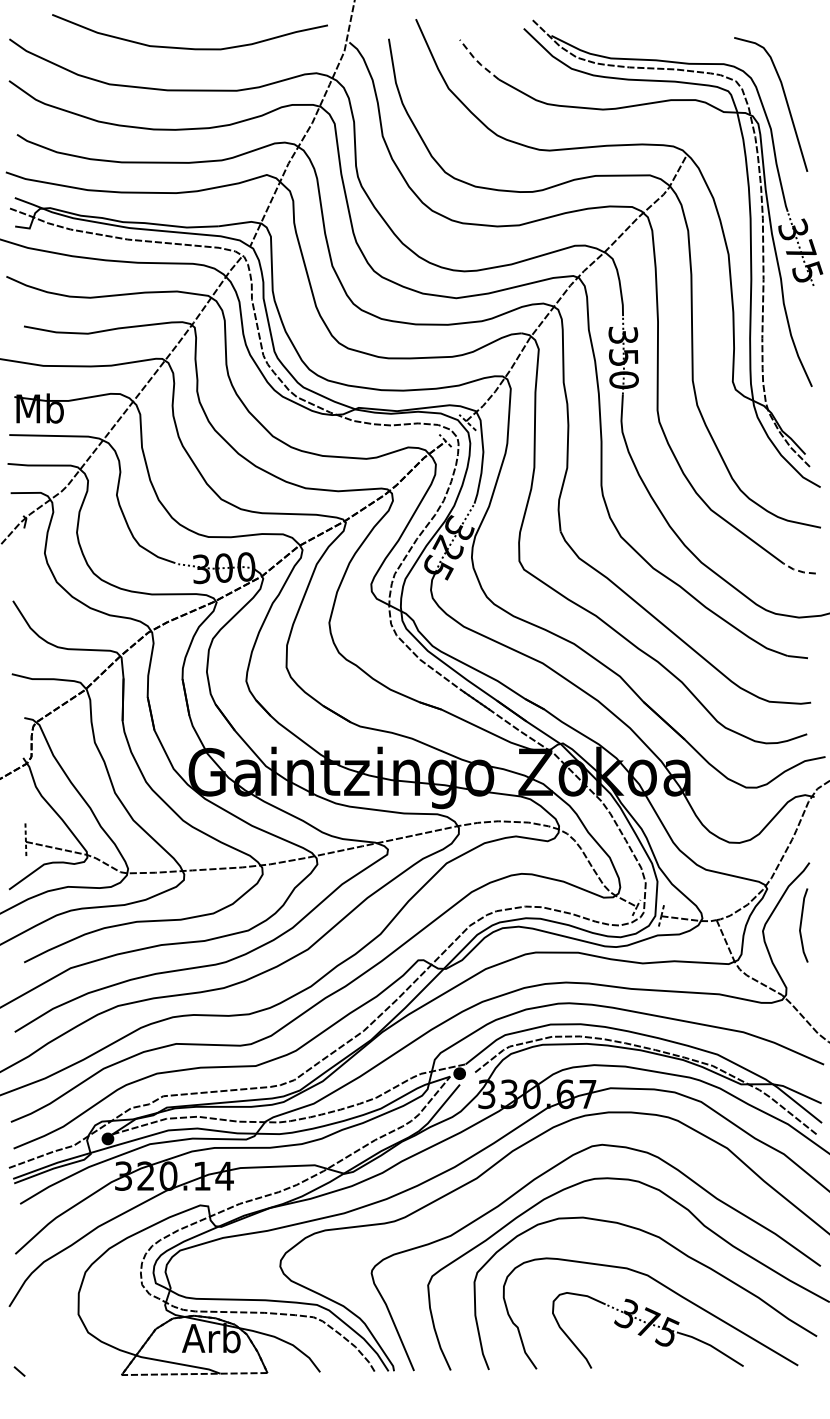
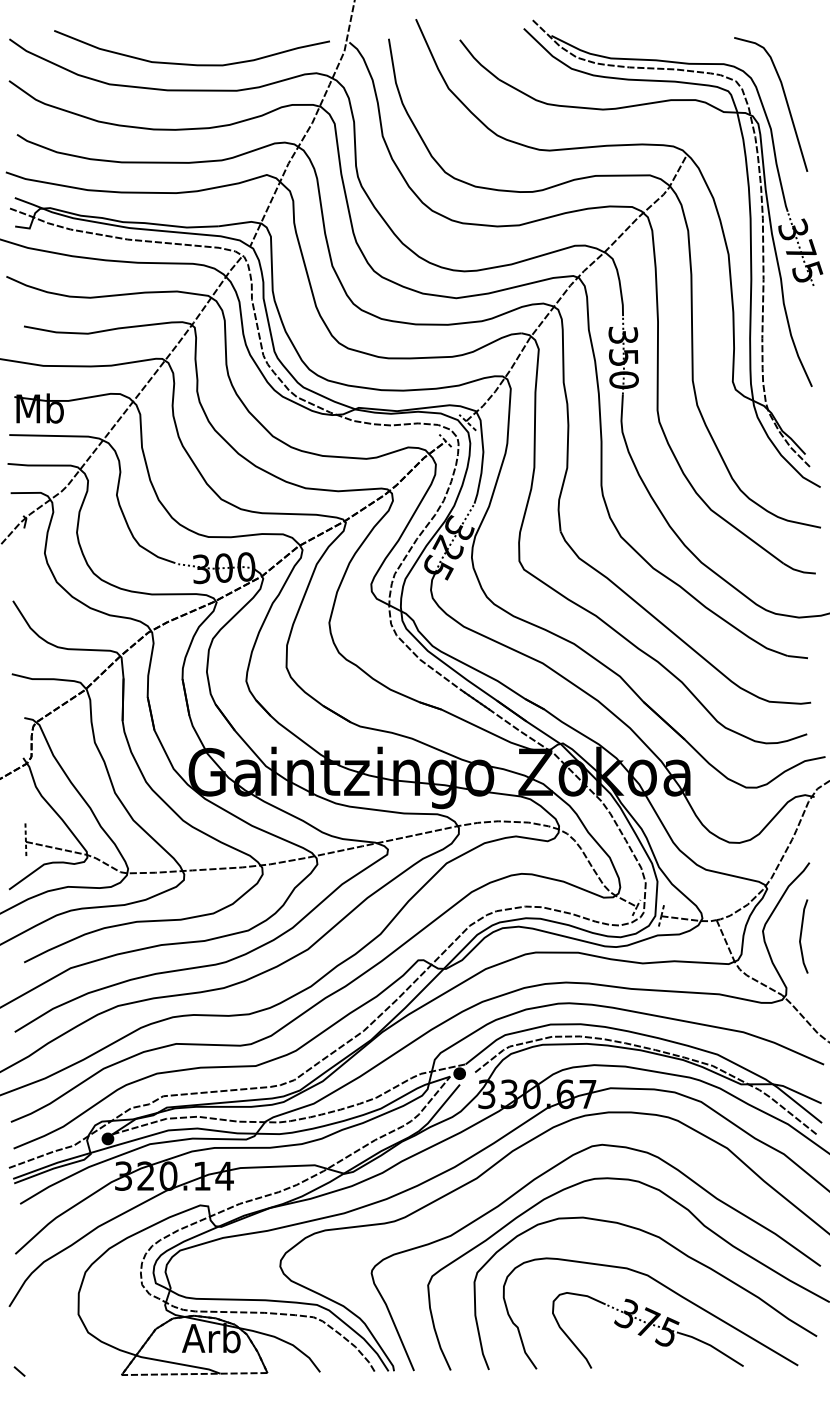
curve at (188, 47) position: (188, 47) -> (190, 63)
line at (477, 61): dashed -> solid
line at (799, 571): dashed -> solid
line at (801, 925) position: (801, 925) -> (801, 936)
